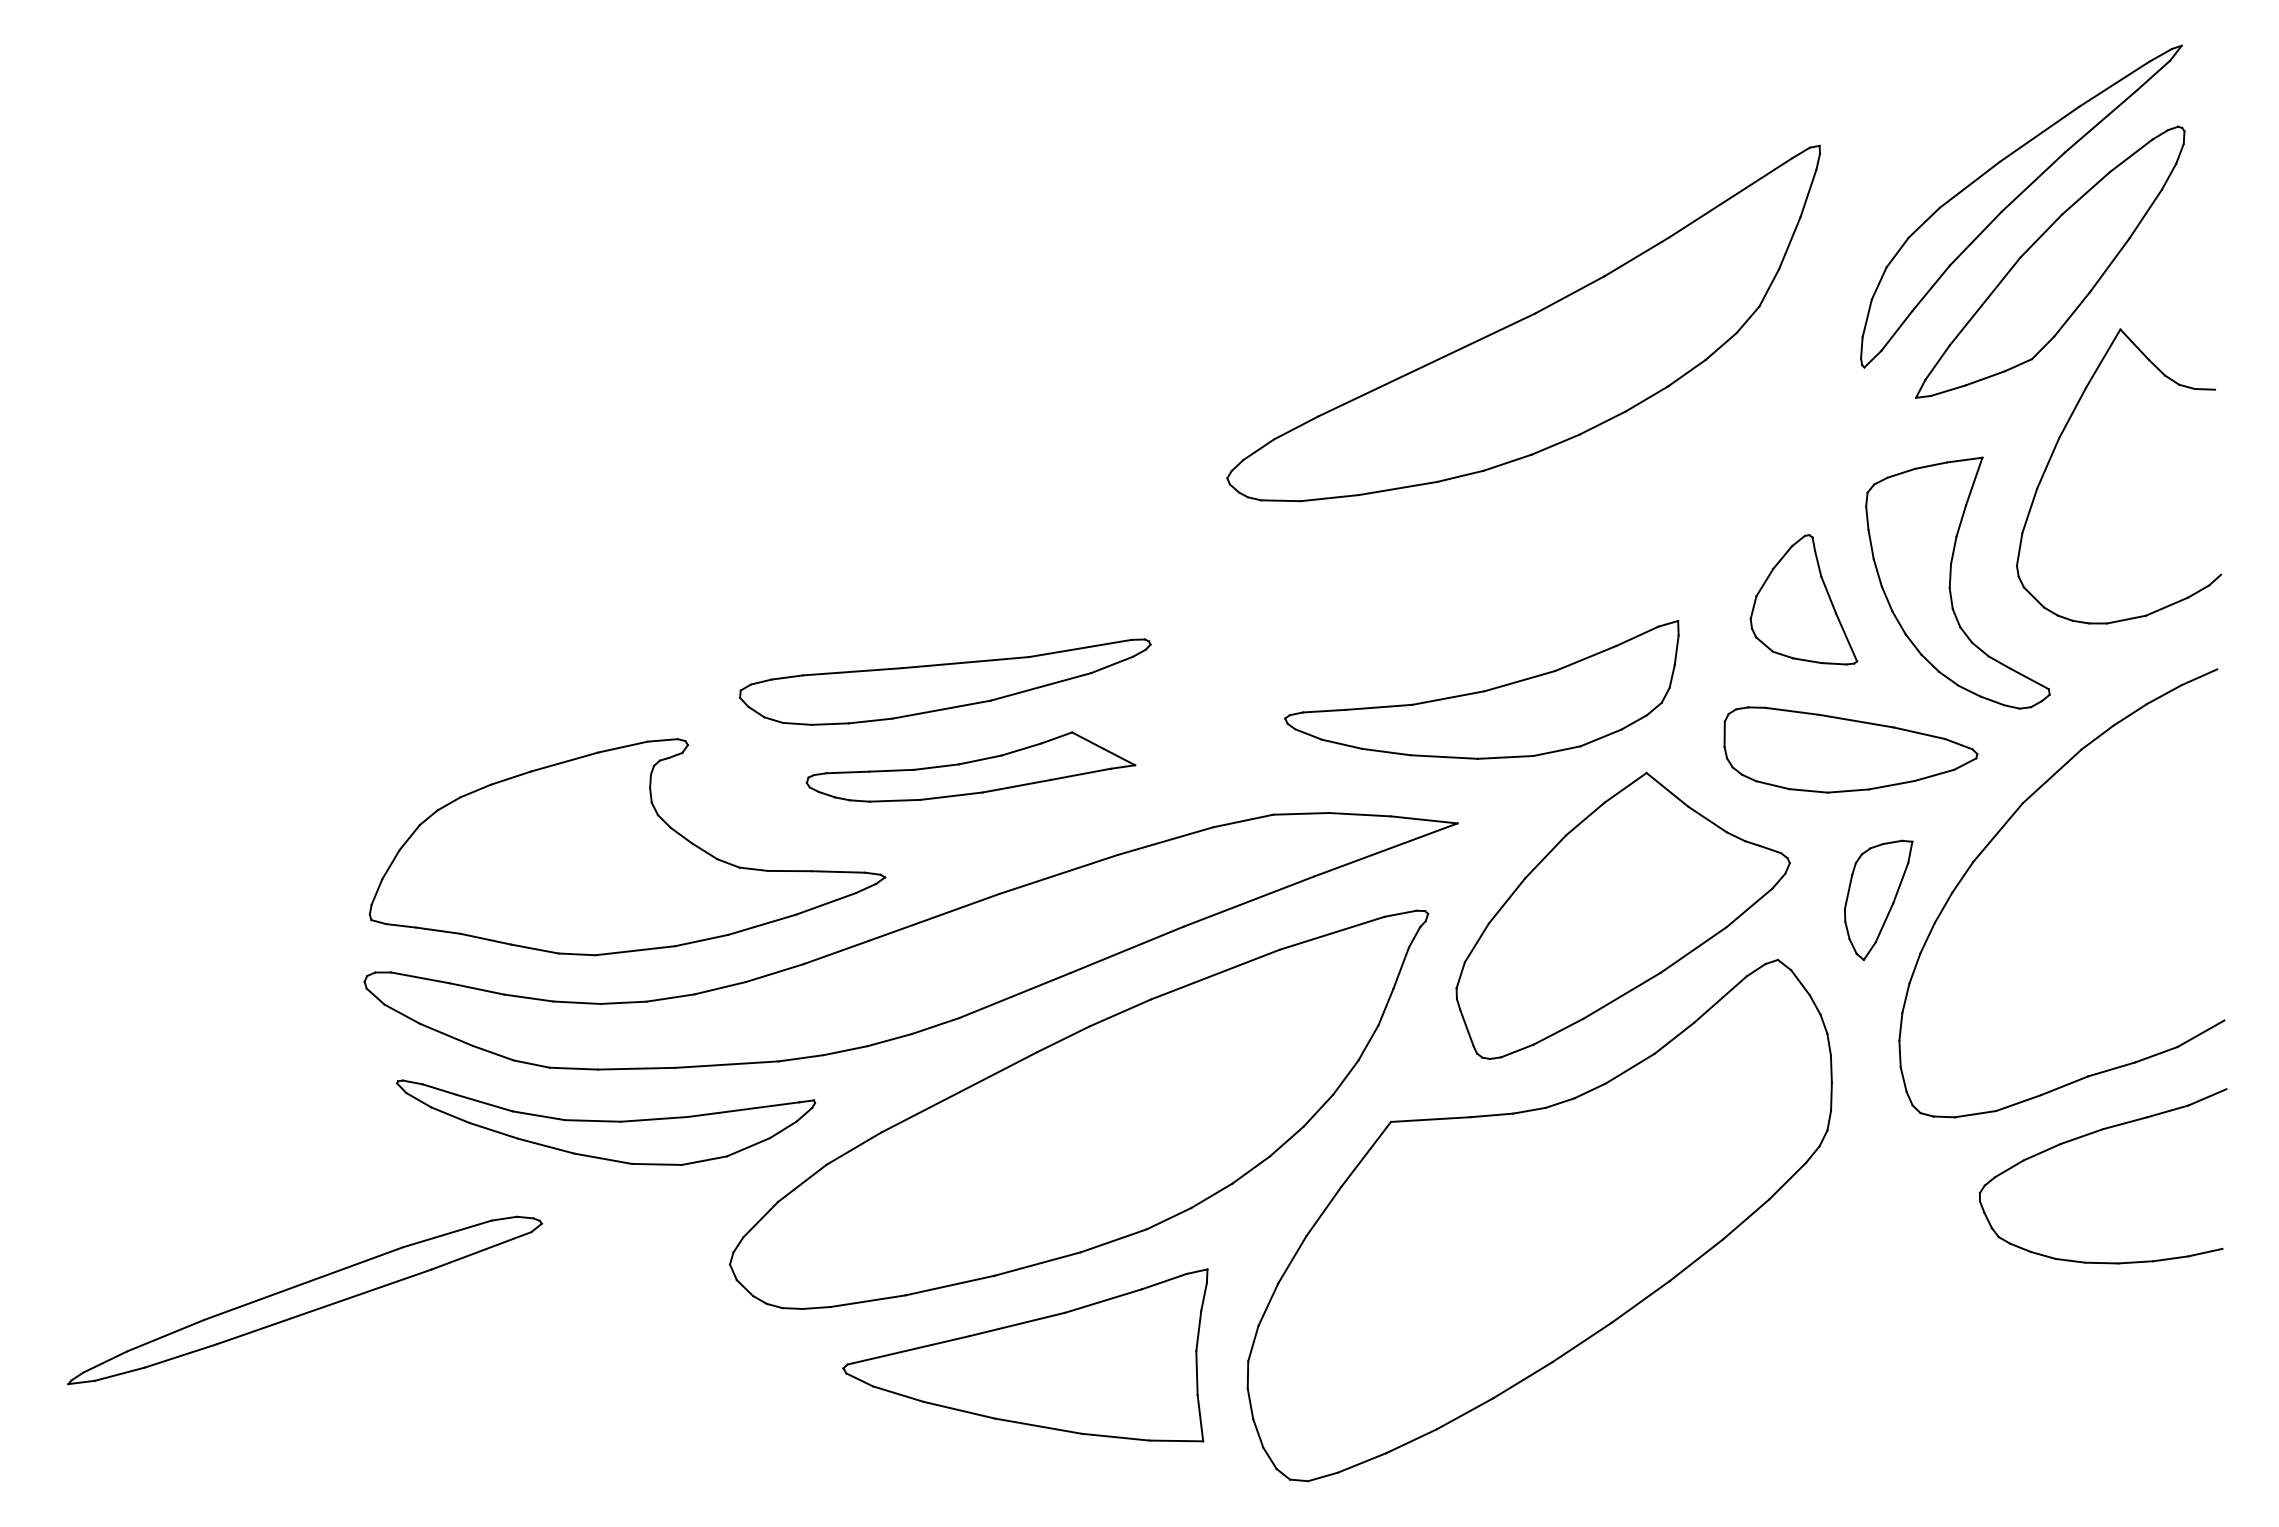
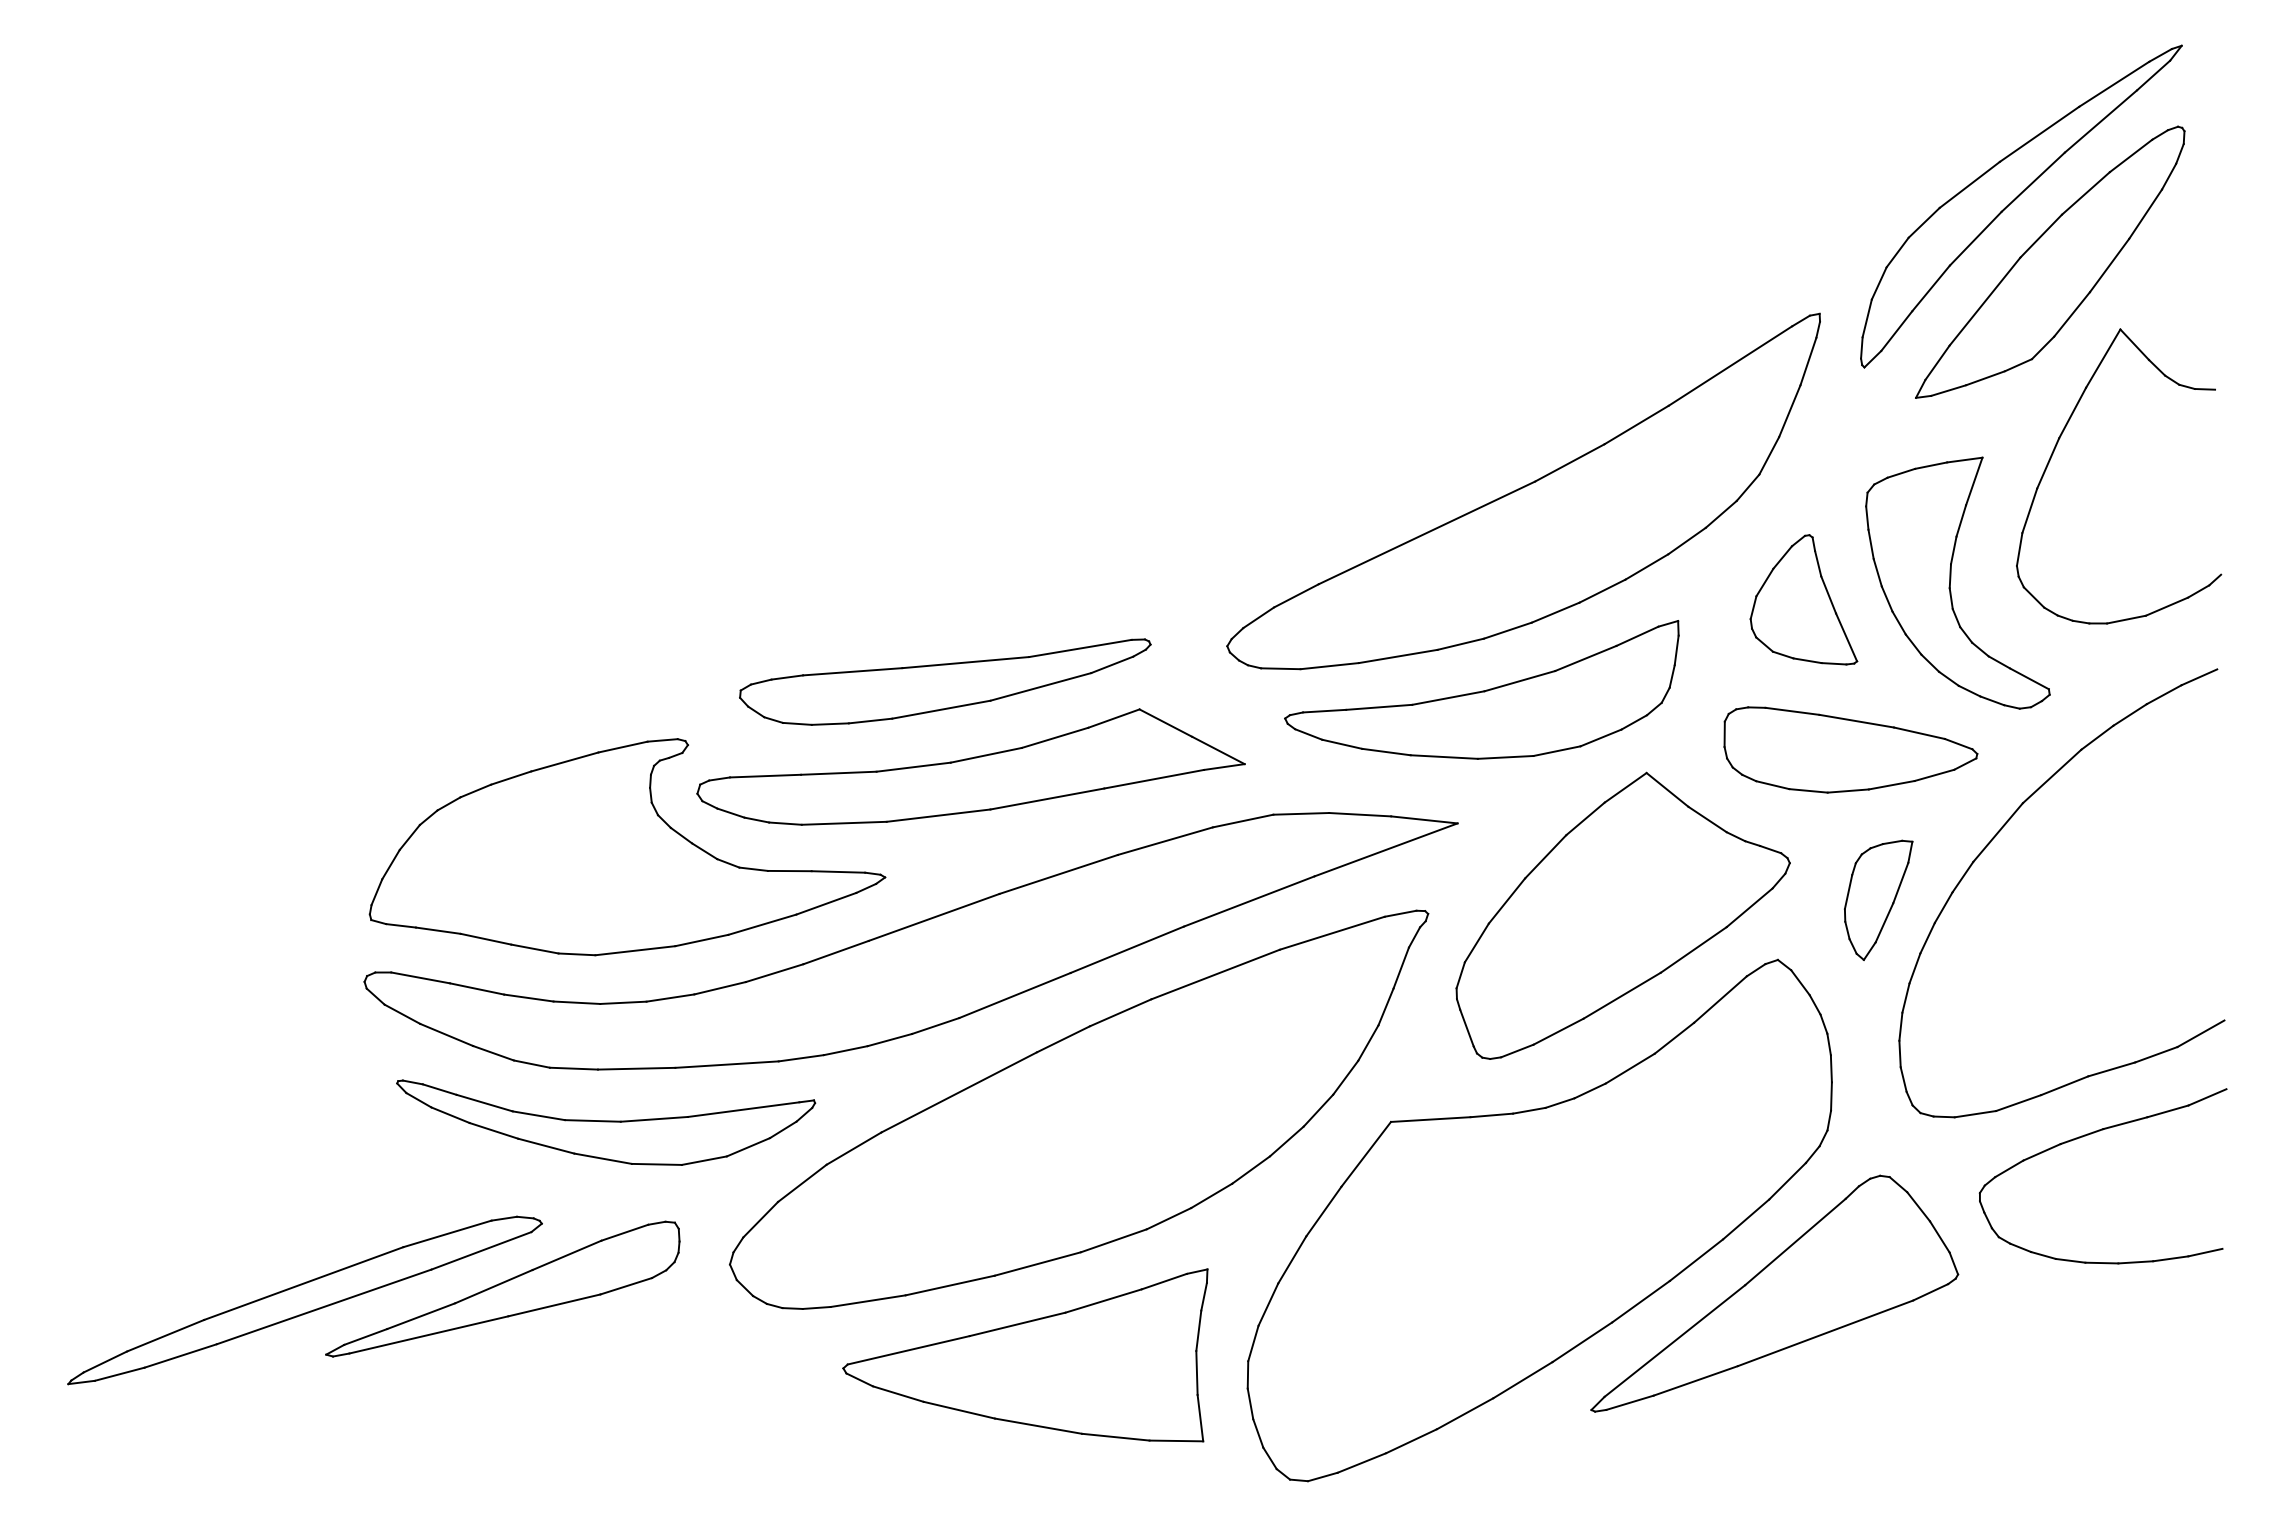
part at (1523, 323) position: (1523, 323) -> (1523, 491)
part at (970, 766) size: 332x72 px -> 550x118 px
part at (502, 1288): none -> present
part at (1774, 1293): none -> present
